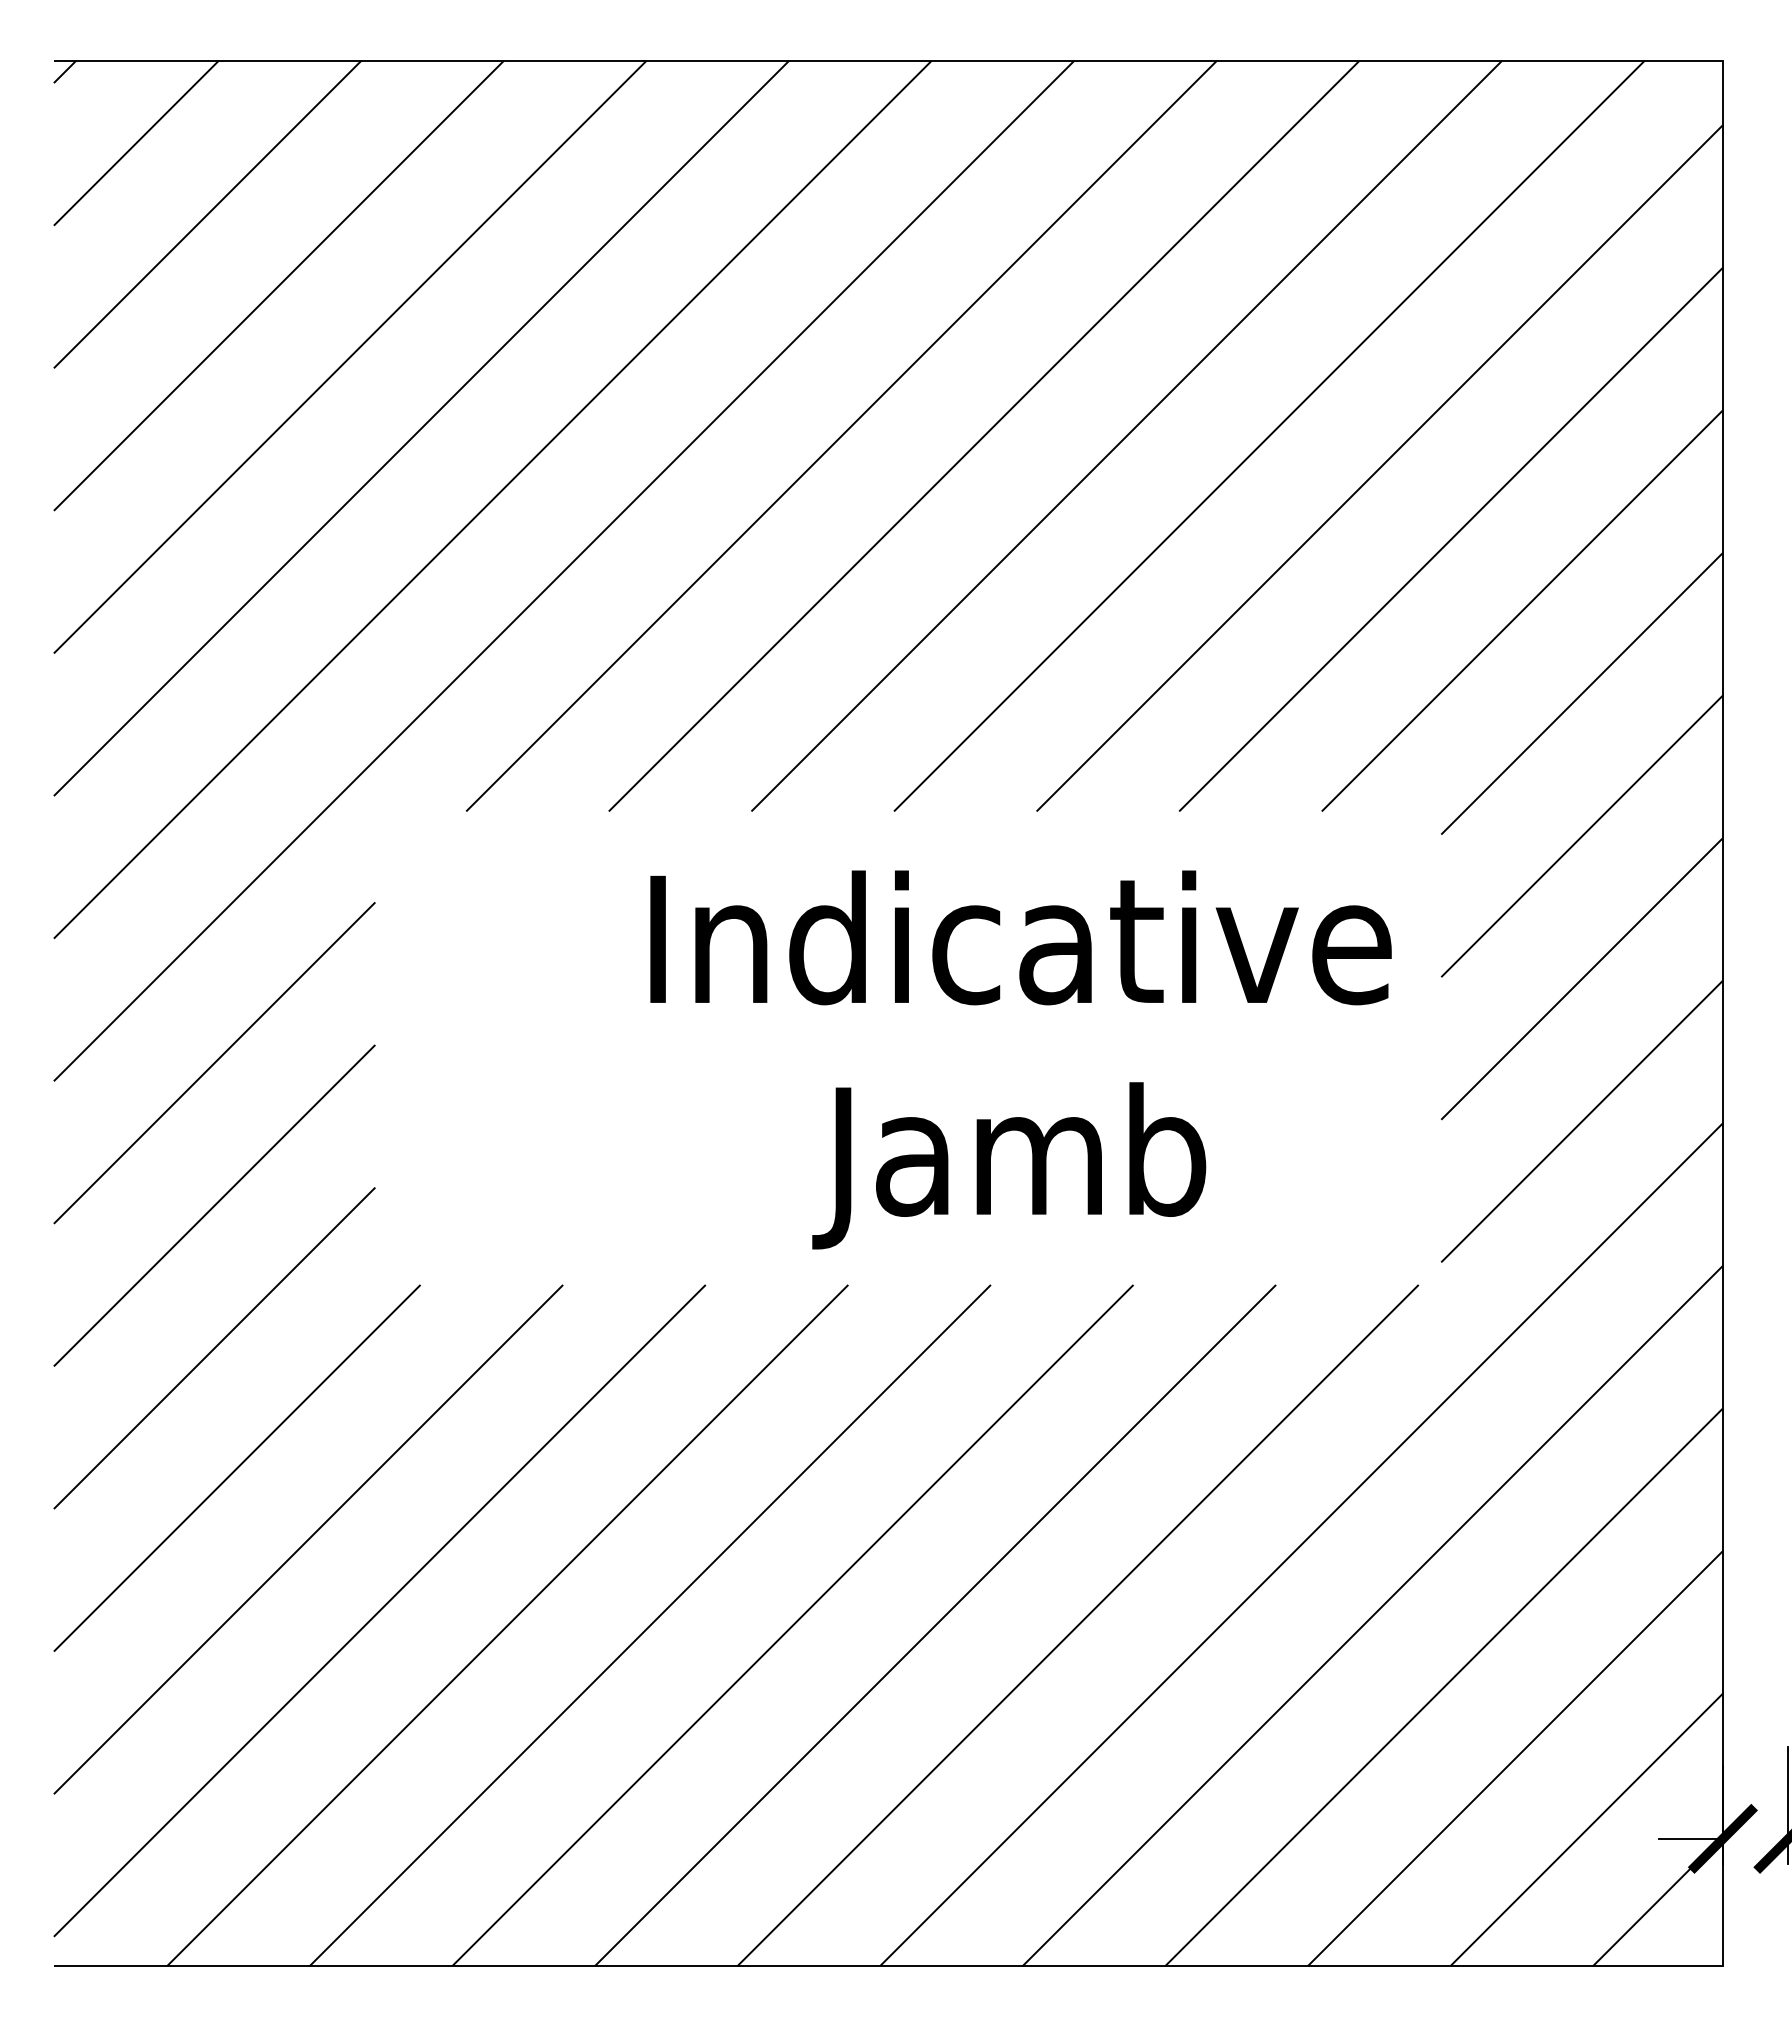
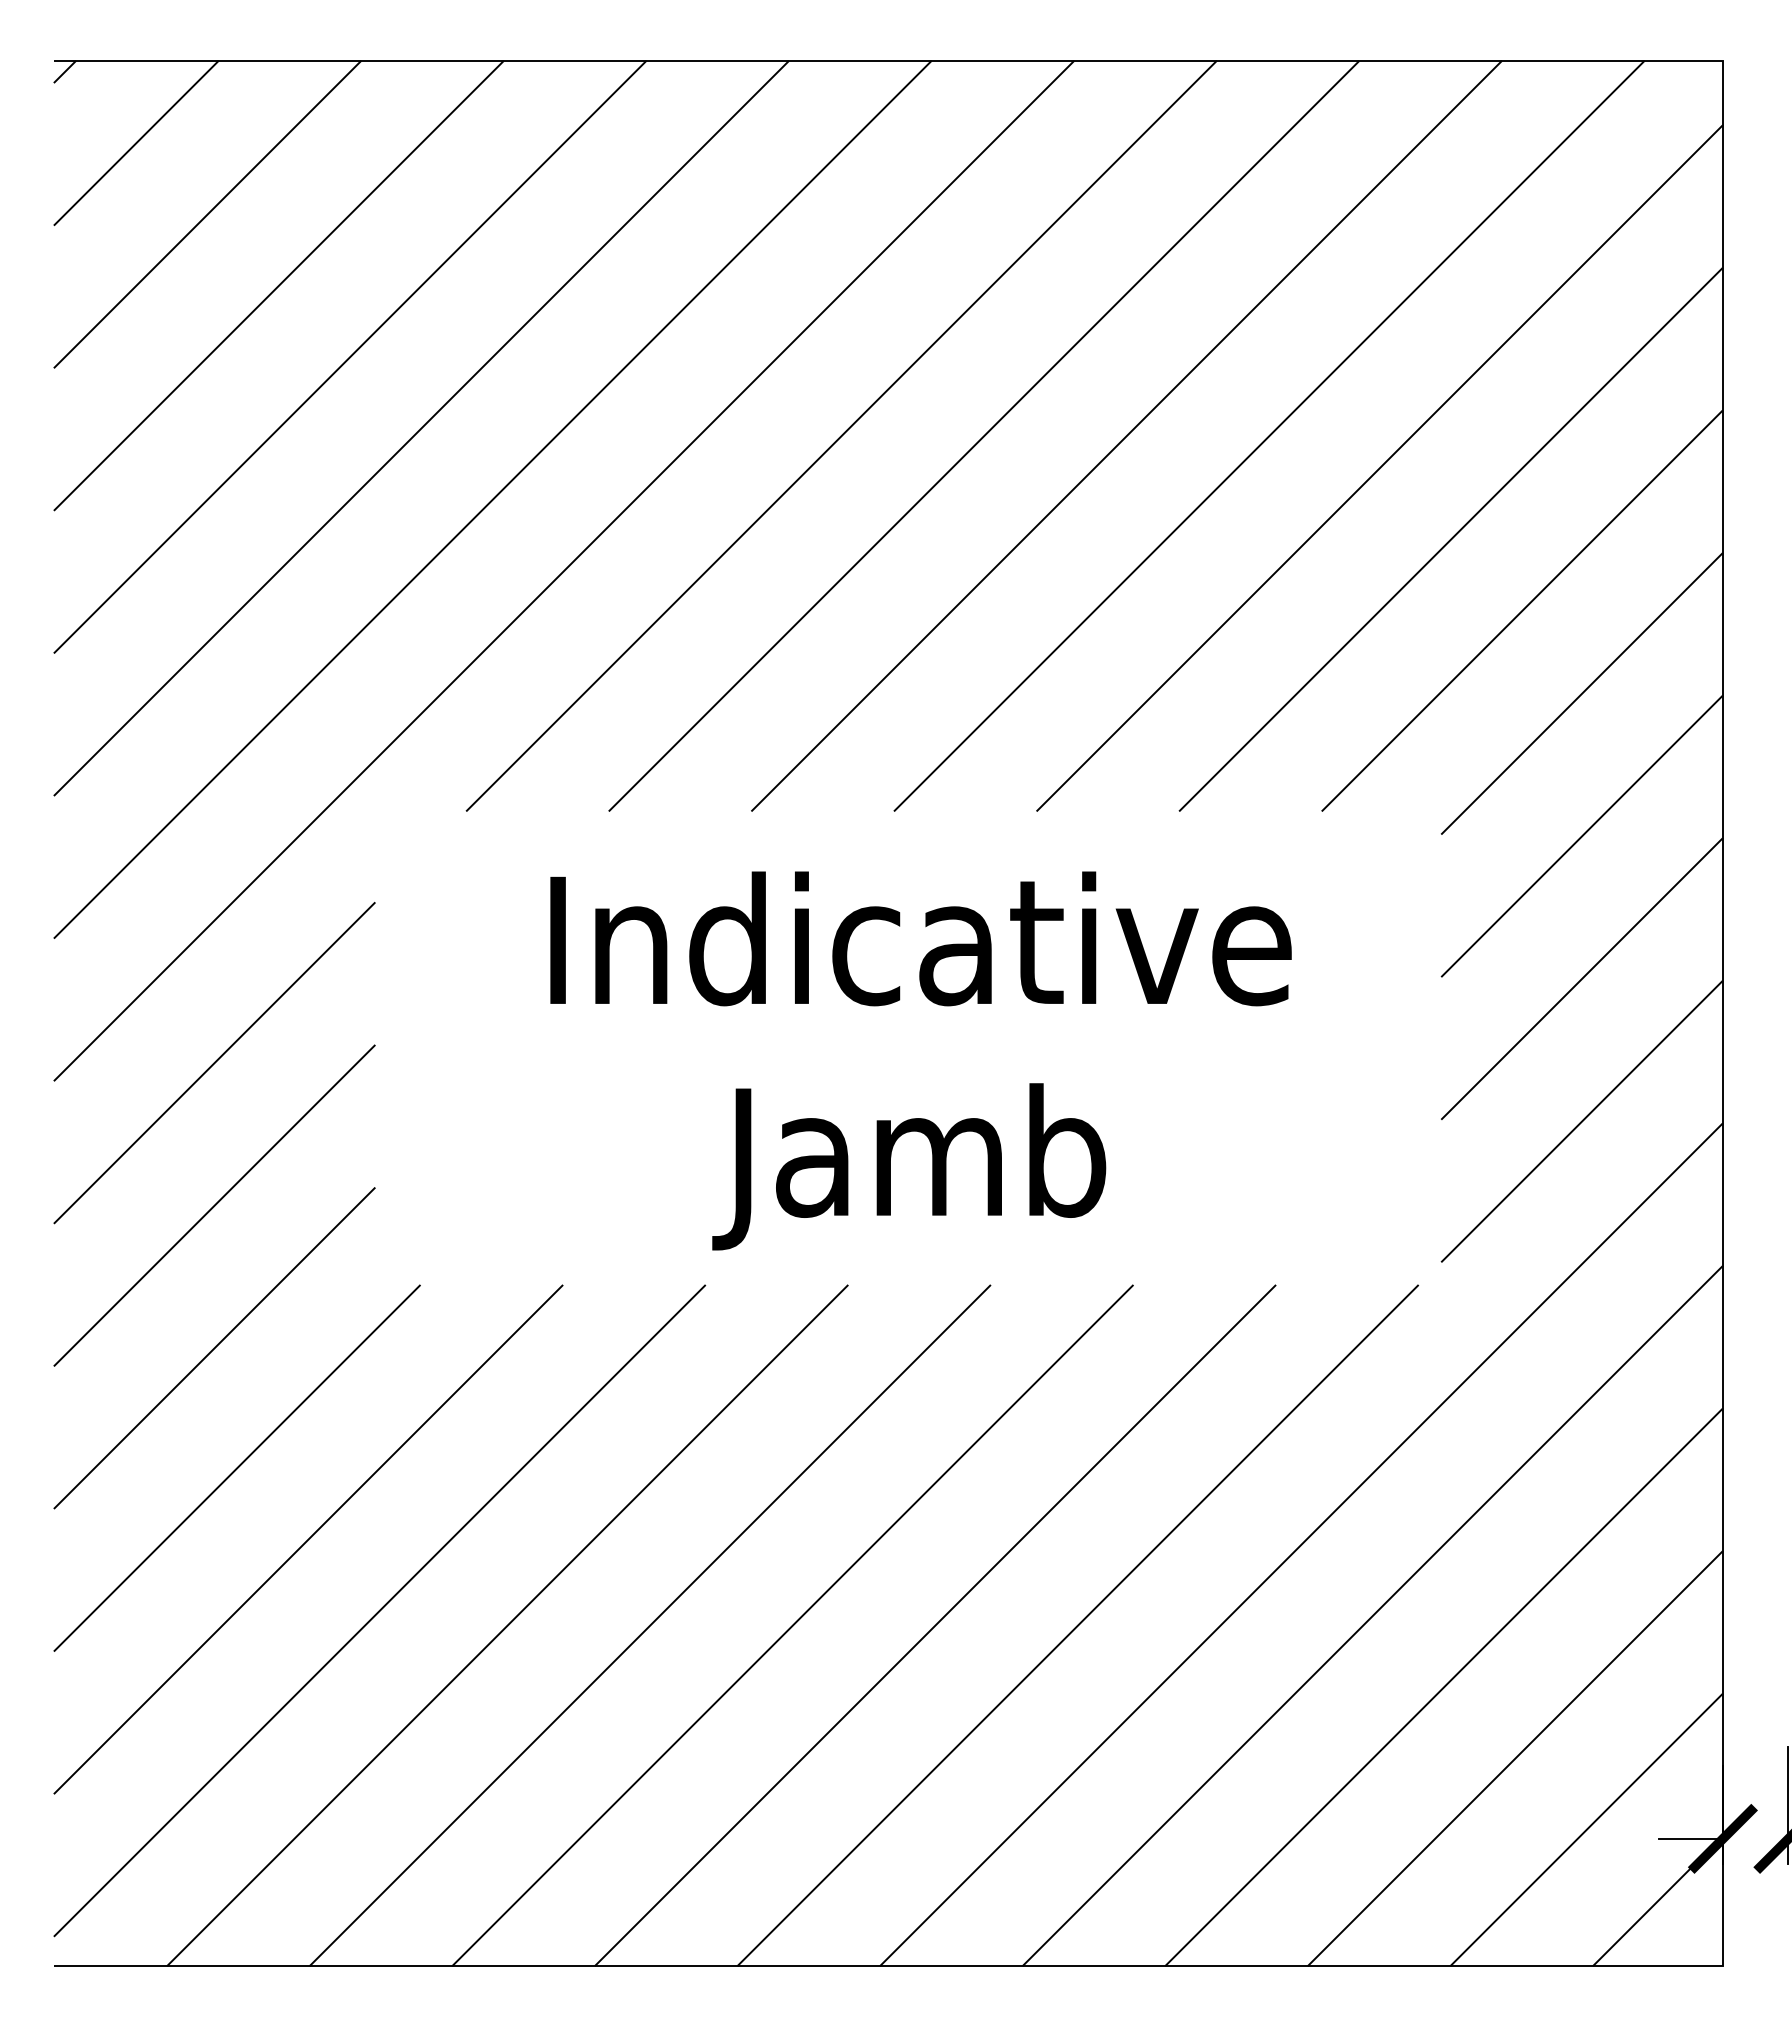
text at (1020, 1059) position: (1020, 1059) -> (920, 1060)
